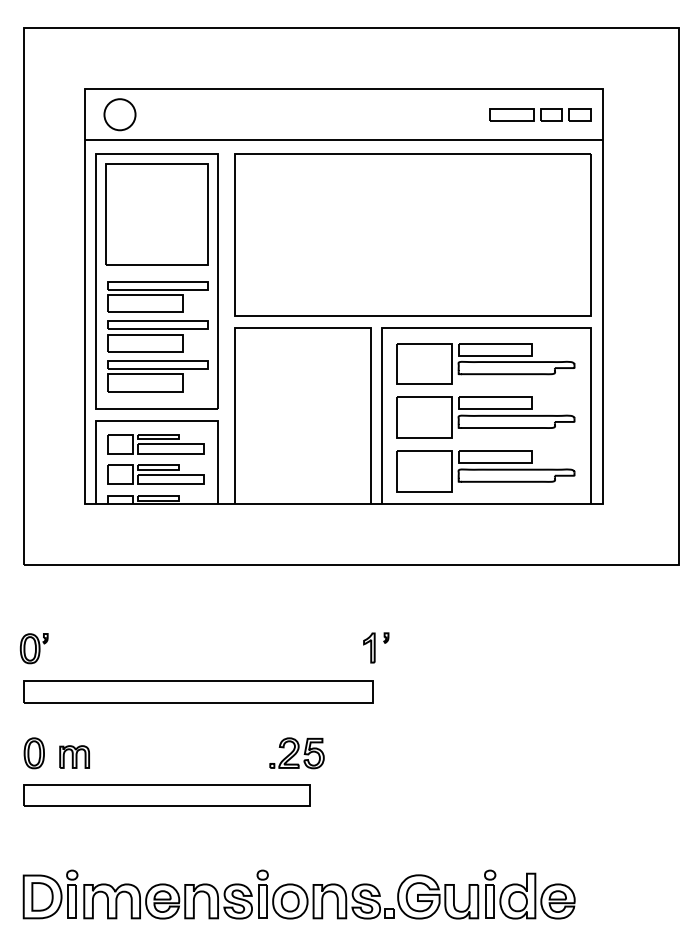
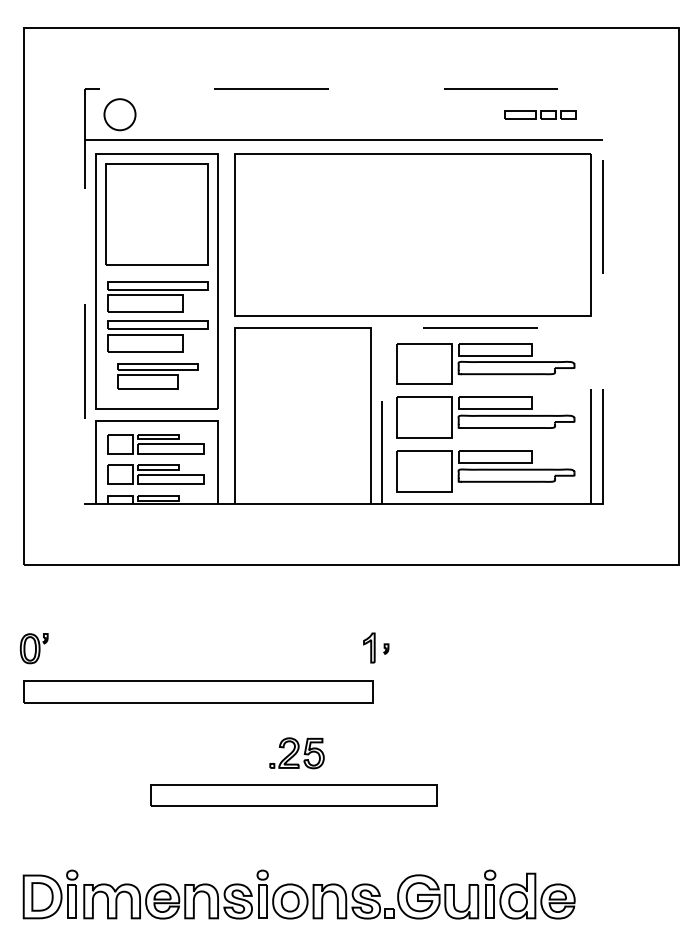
line at (343, 89): solid -> dashed
part at (540, 114) size: 103x14 px -> 73x10 px
line at (486, 327): solid -> dashed
part at (157, 376) size: 102x33 px -> 82x27 px
part at (386, 637) position: (386, 637) -> (386, 648)
part at (33, 753): present -> none
part at (74, 756): present -> none
part at (166, 795) position: (166, 795) -> (293, 795)
